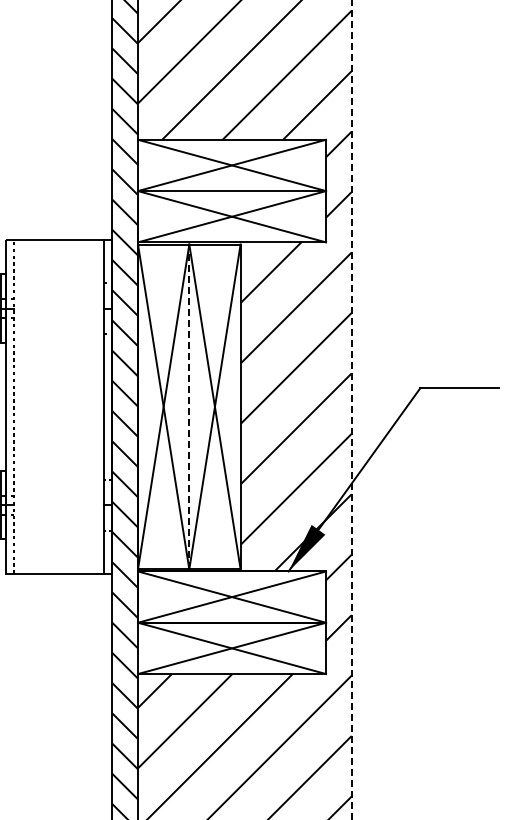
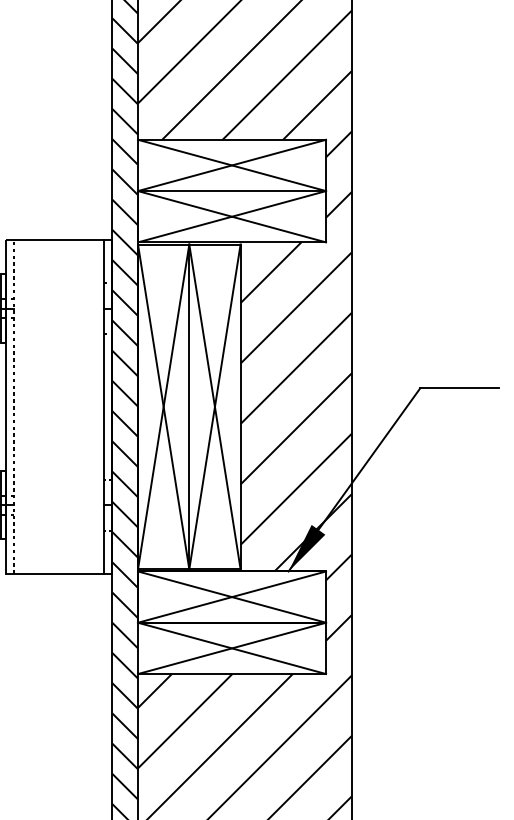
line at (189, 406): dashed -> solid
line at (351, 410): dashed -> solid
